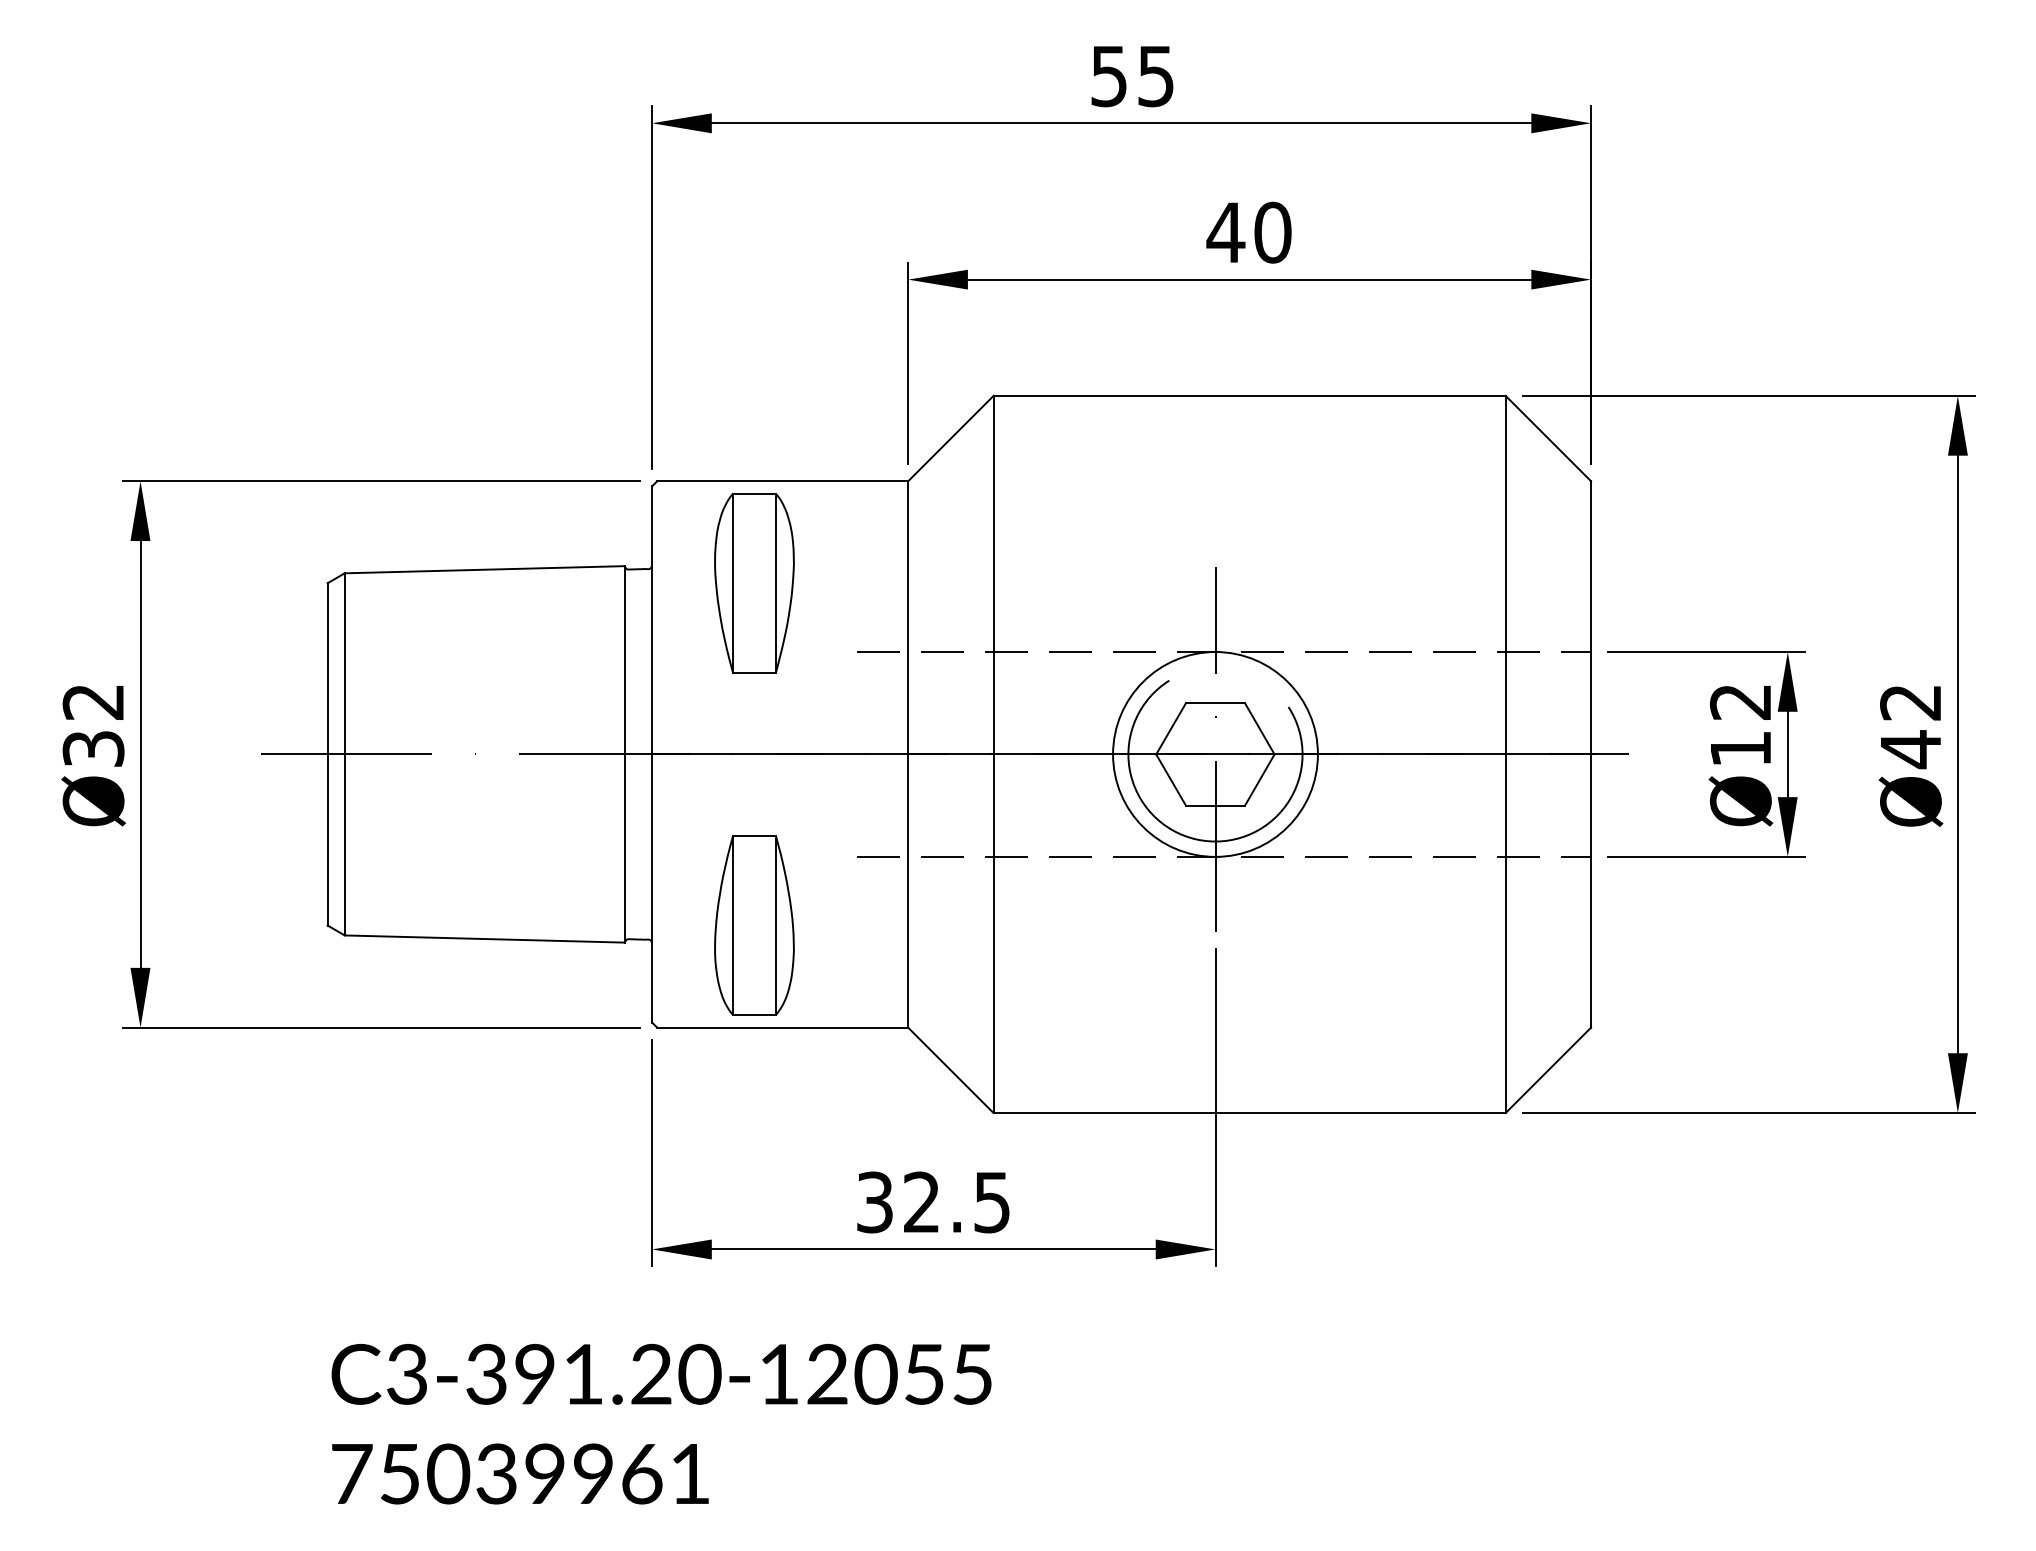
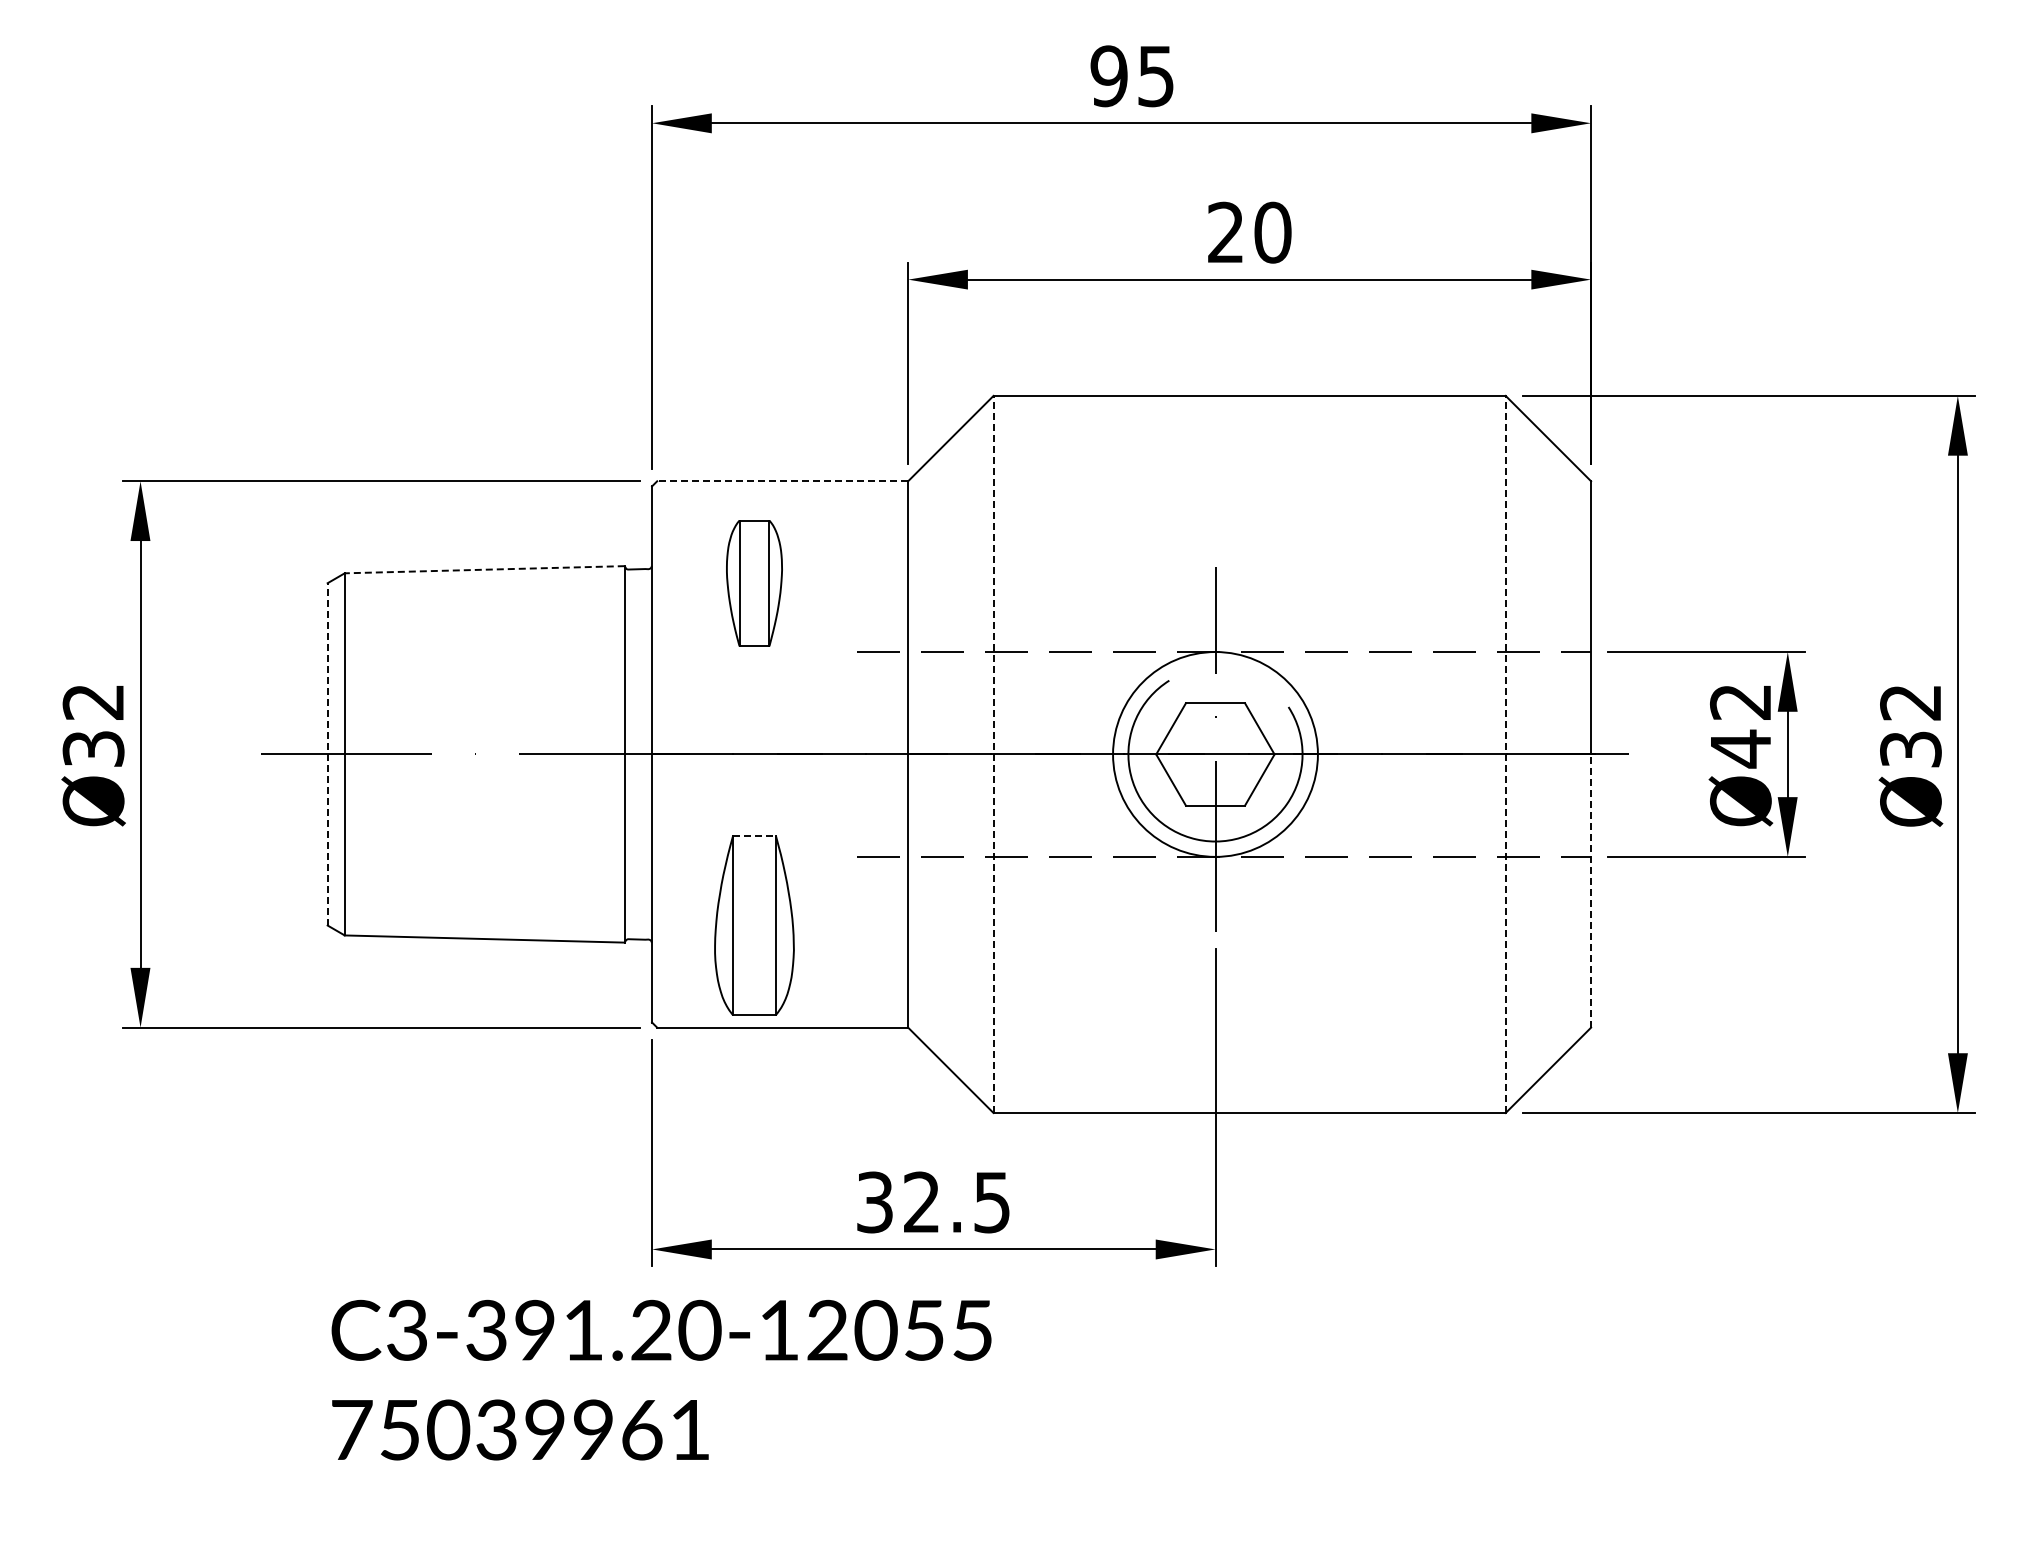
text at (1108, 76): 55 -> 95
text at (1225, 231): 40 -> 20
line at (782, 481): solid -> dashed
line at (484, 569): solid -> dashed
part at (754, 583) size: 81x181 px -> 57x127 px
text at (1740, 748): Ø12 -> Ø42
text at (1910, 749): Ø42 -> Ø32
line at (327, 753): solid -> dashed
line at (993, 754): solid -> dashed
line at (1505, 754): solid -> dashed
line at (755, 835): solid -> dashed
line at (1591, 891): solid -> dashed
text at (661, 1423) position: (661, 1423) -> (661, 1379)
